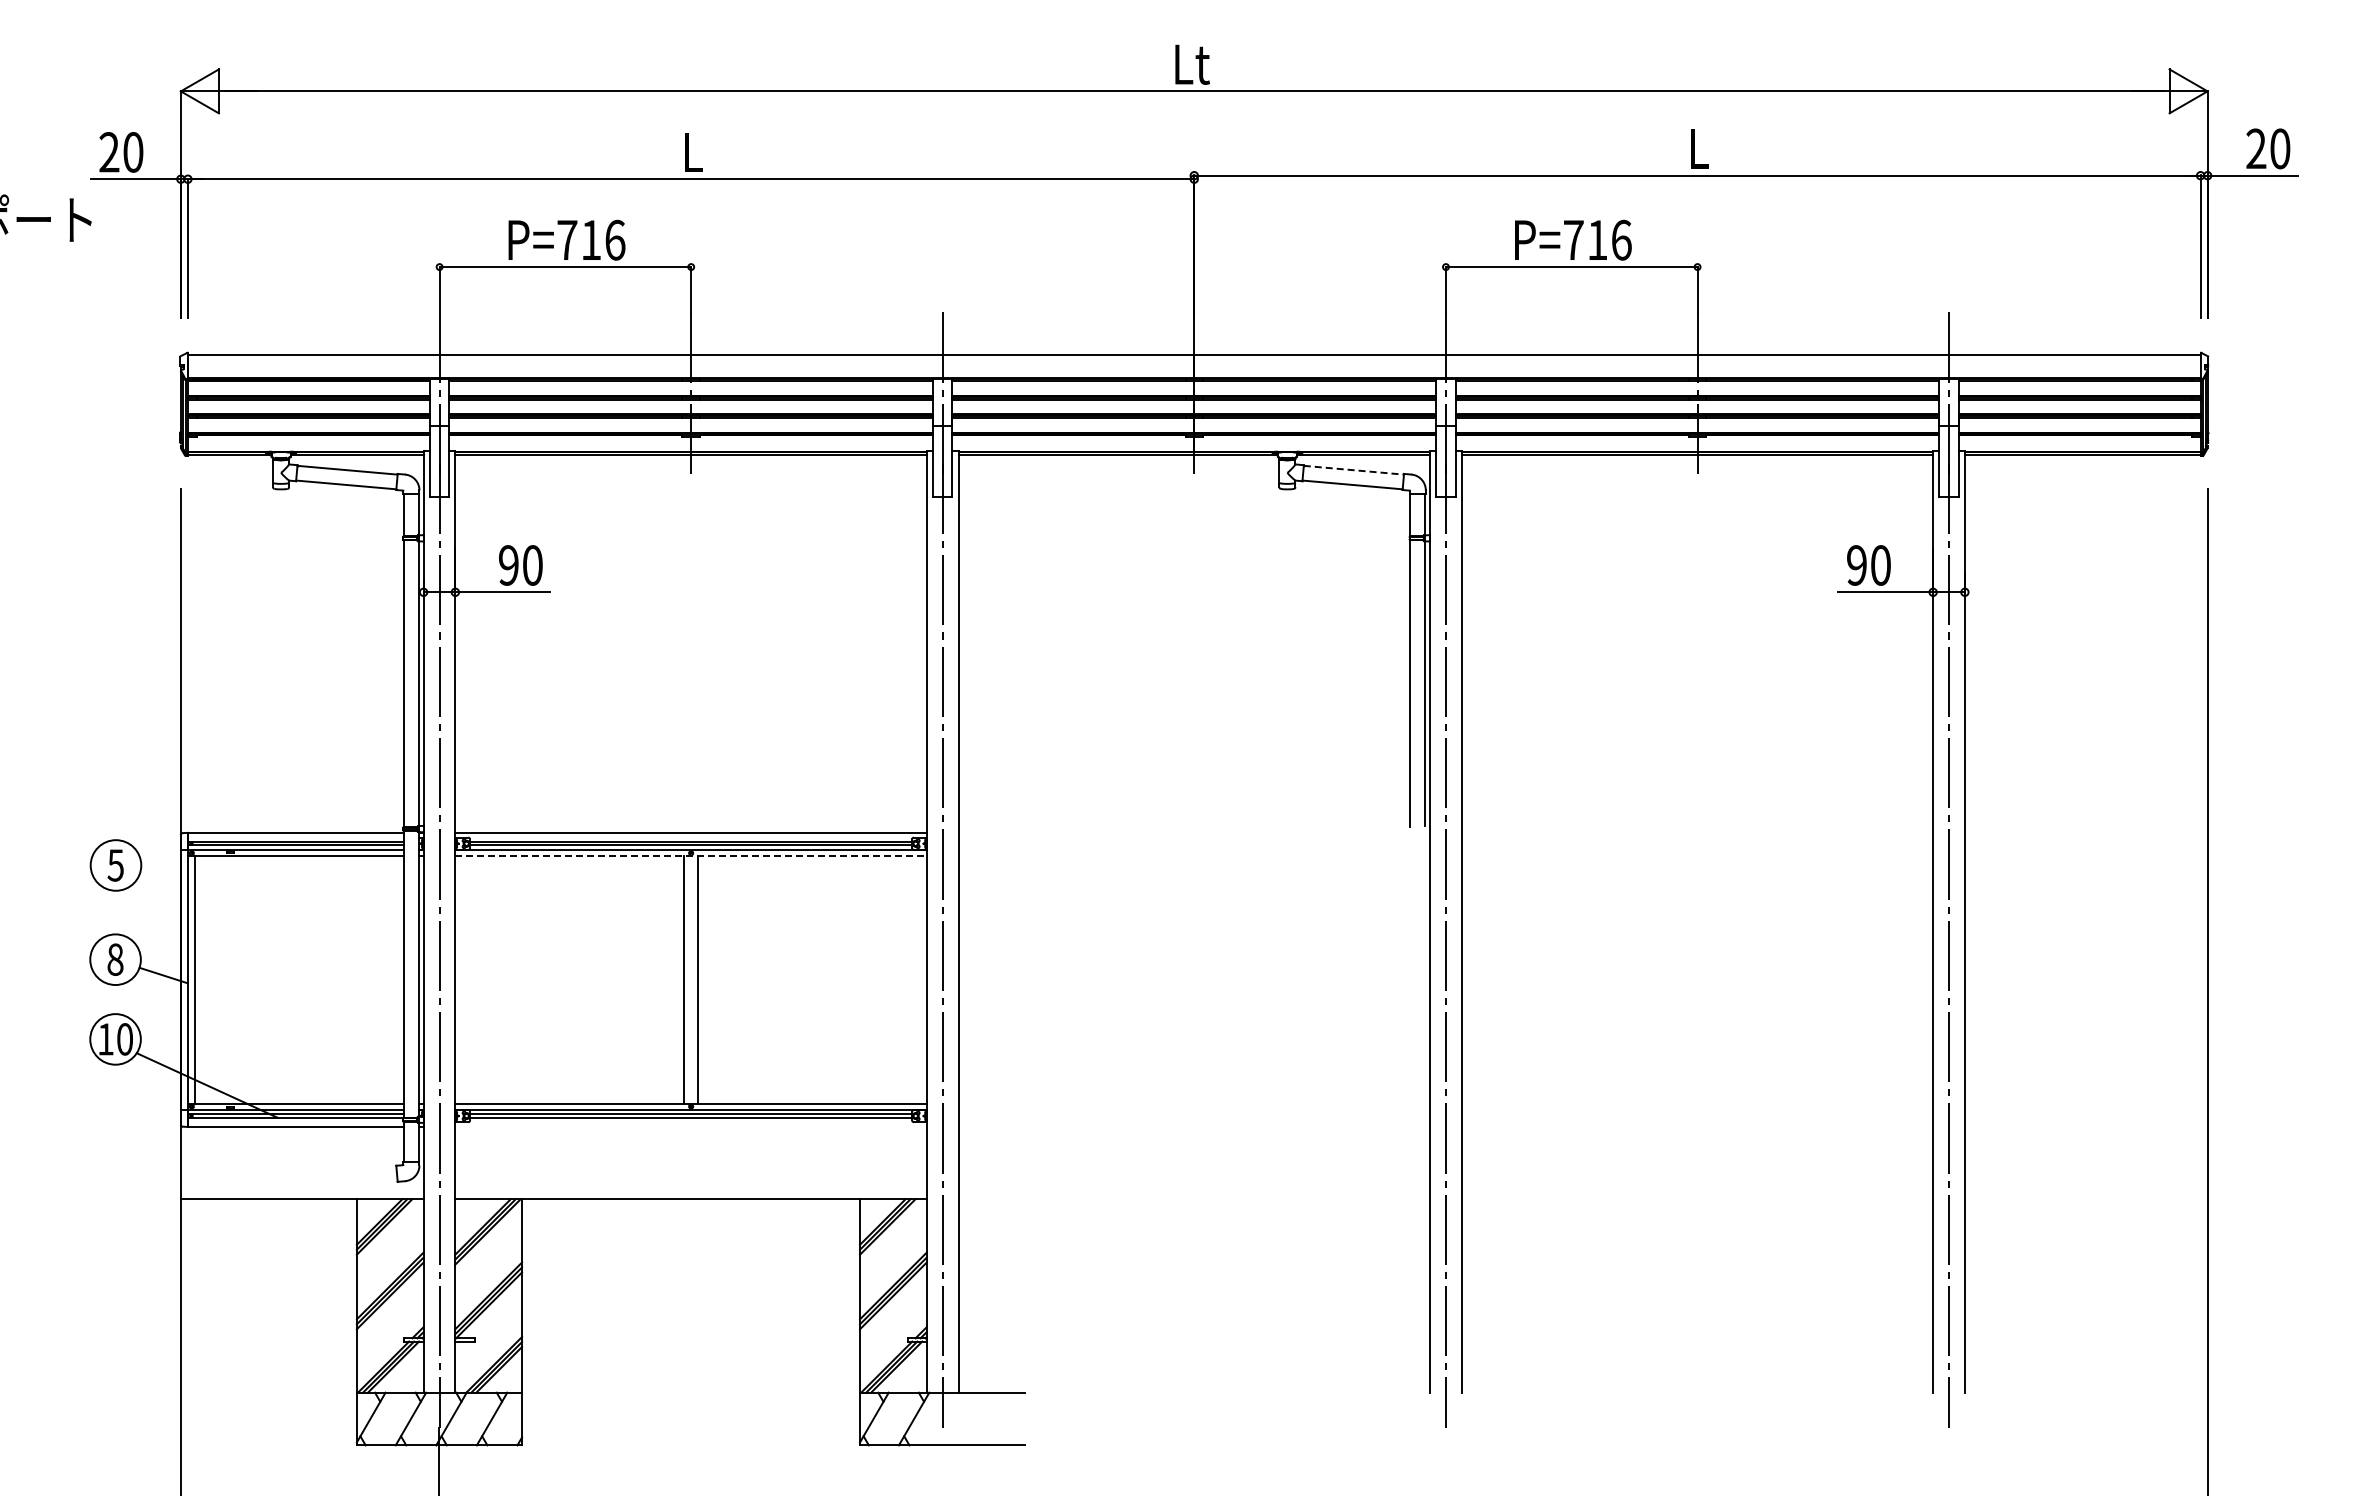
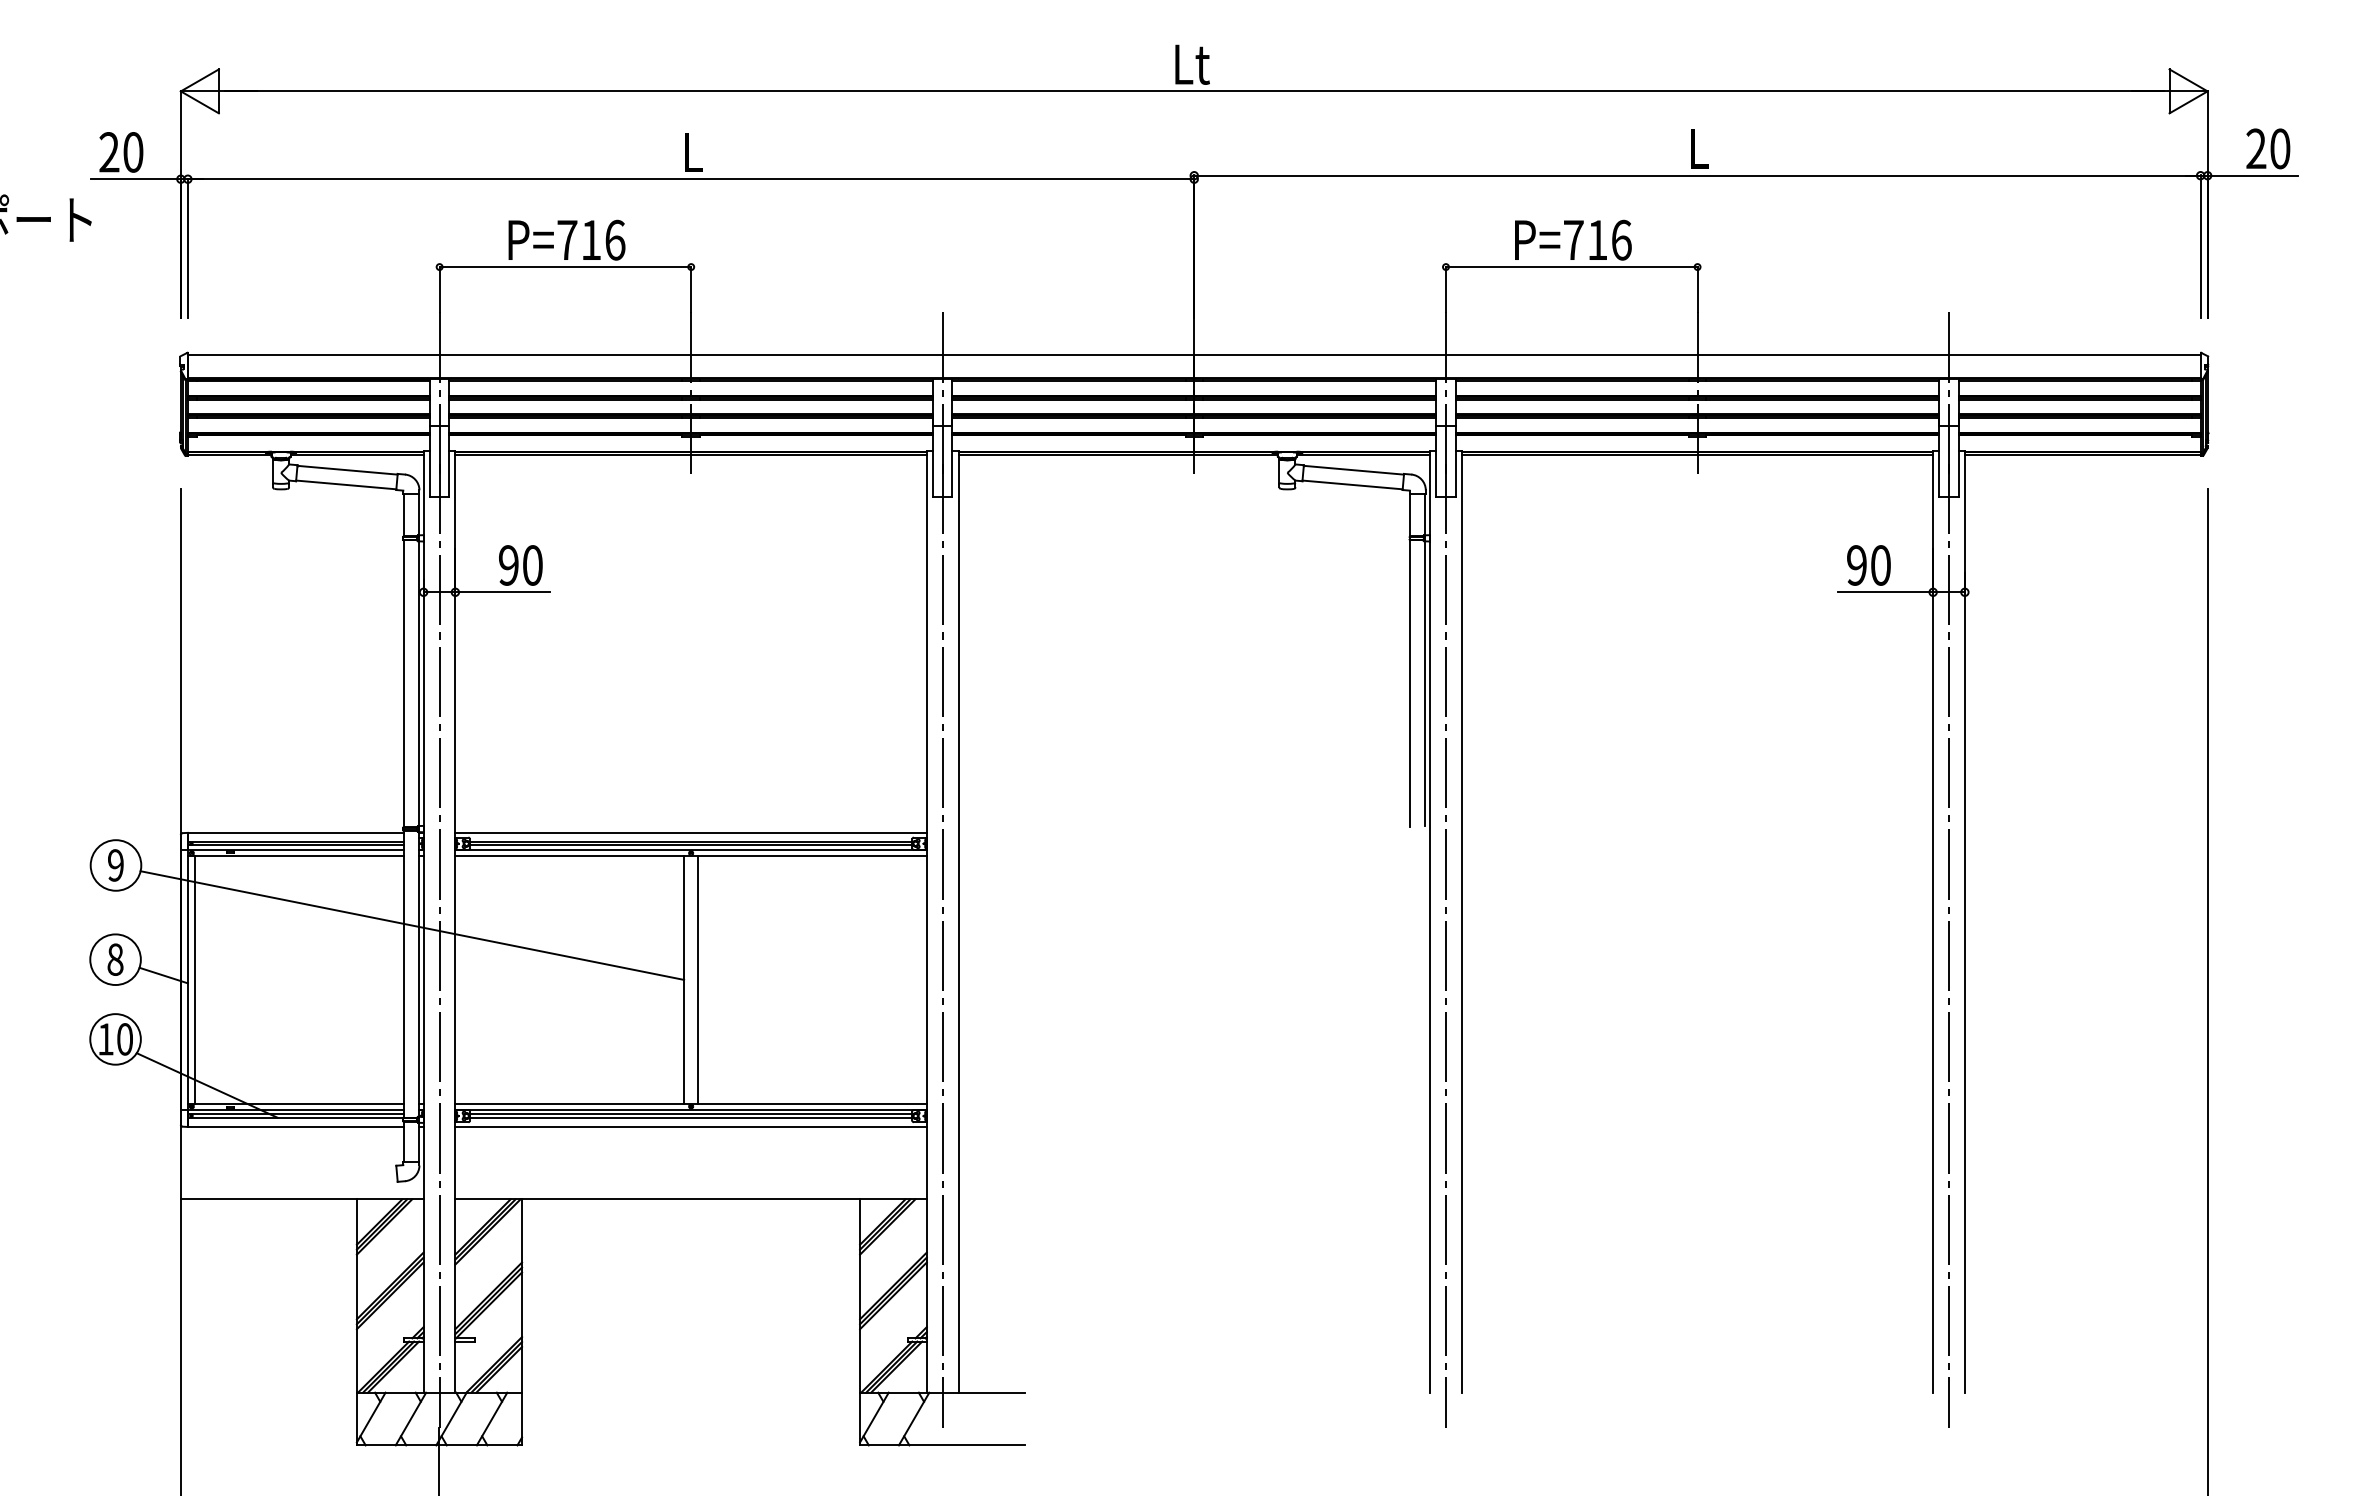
line at (1354, 470): dashed -> solid
line at (691, 855): dashed -> solid
text at (115, 865): 5 -> 9
line at (412, 925): none -> present
line at (690, 1126): none -> present
